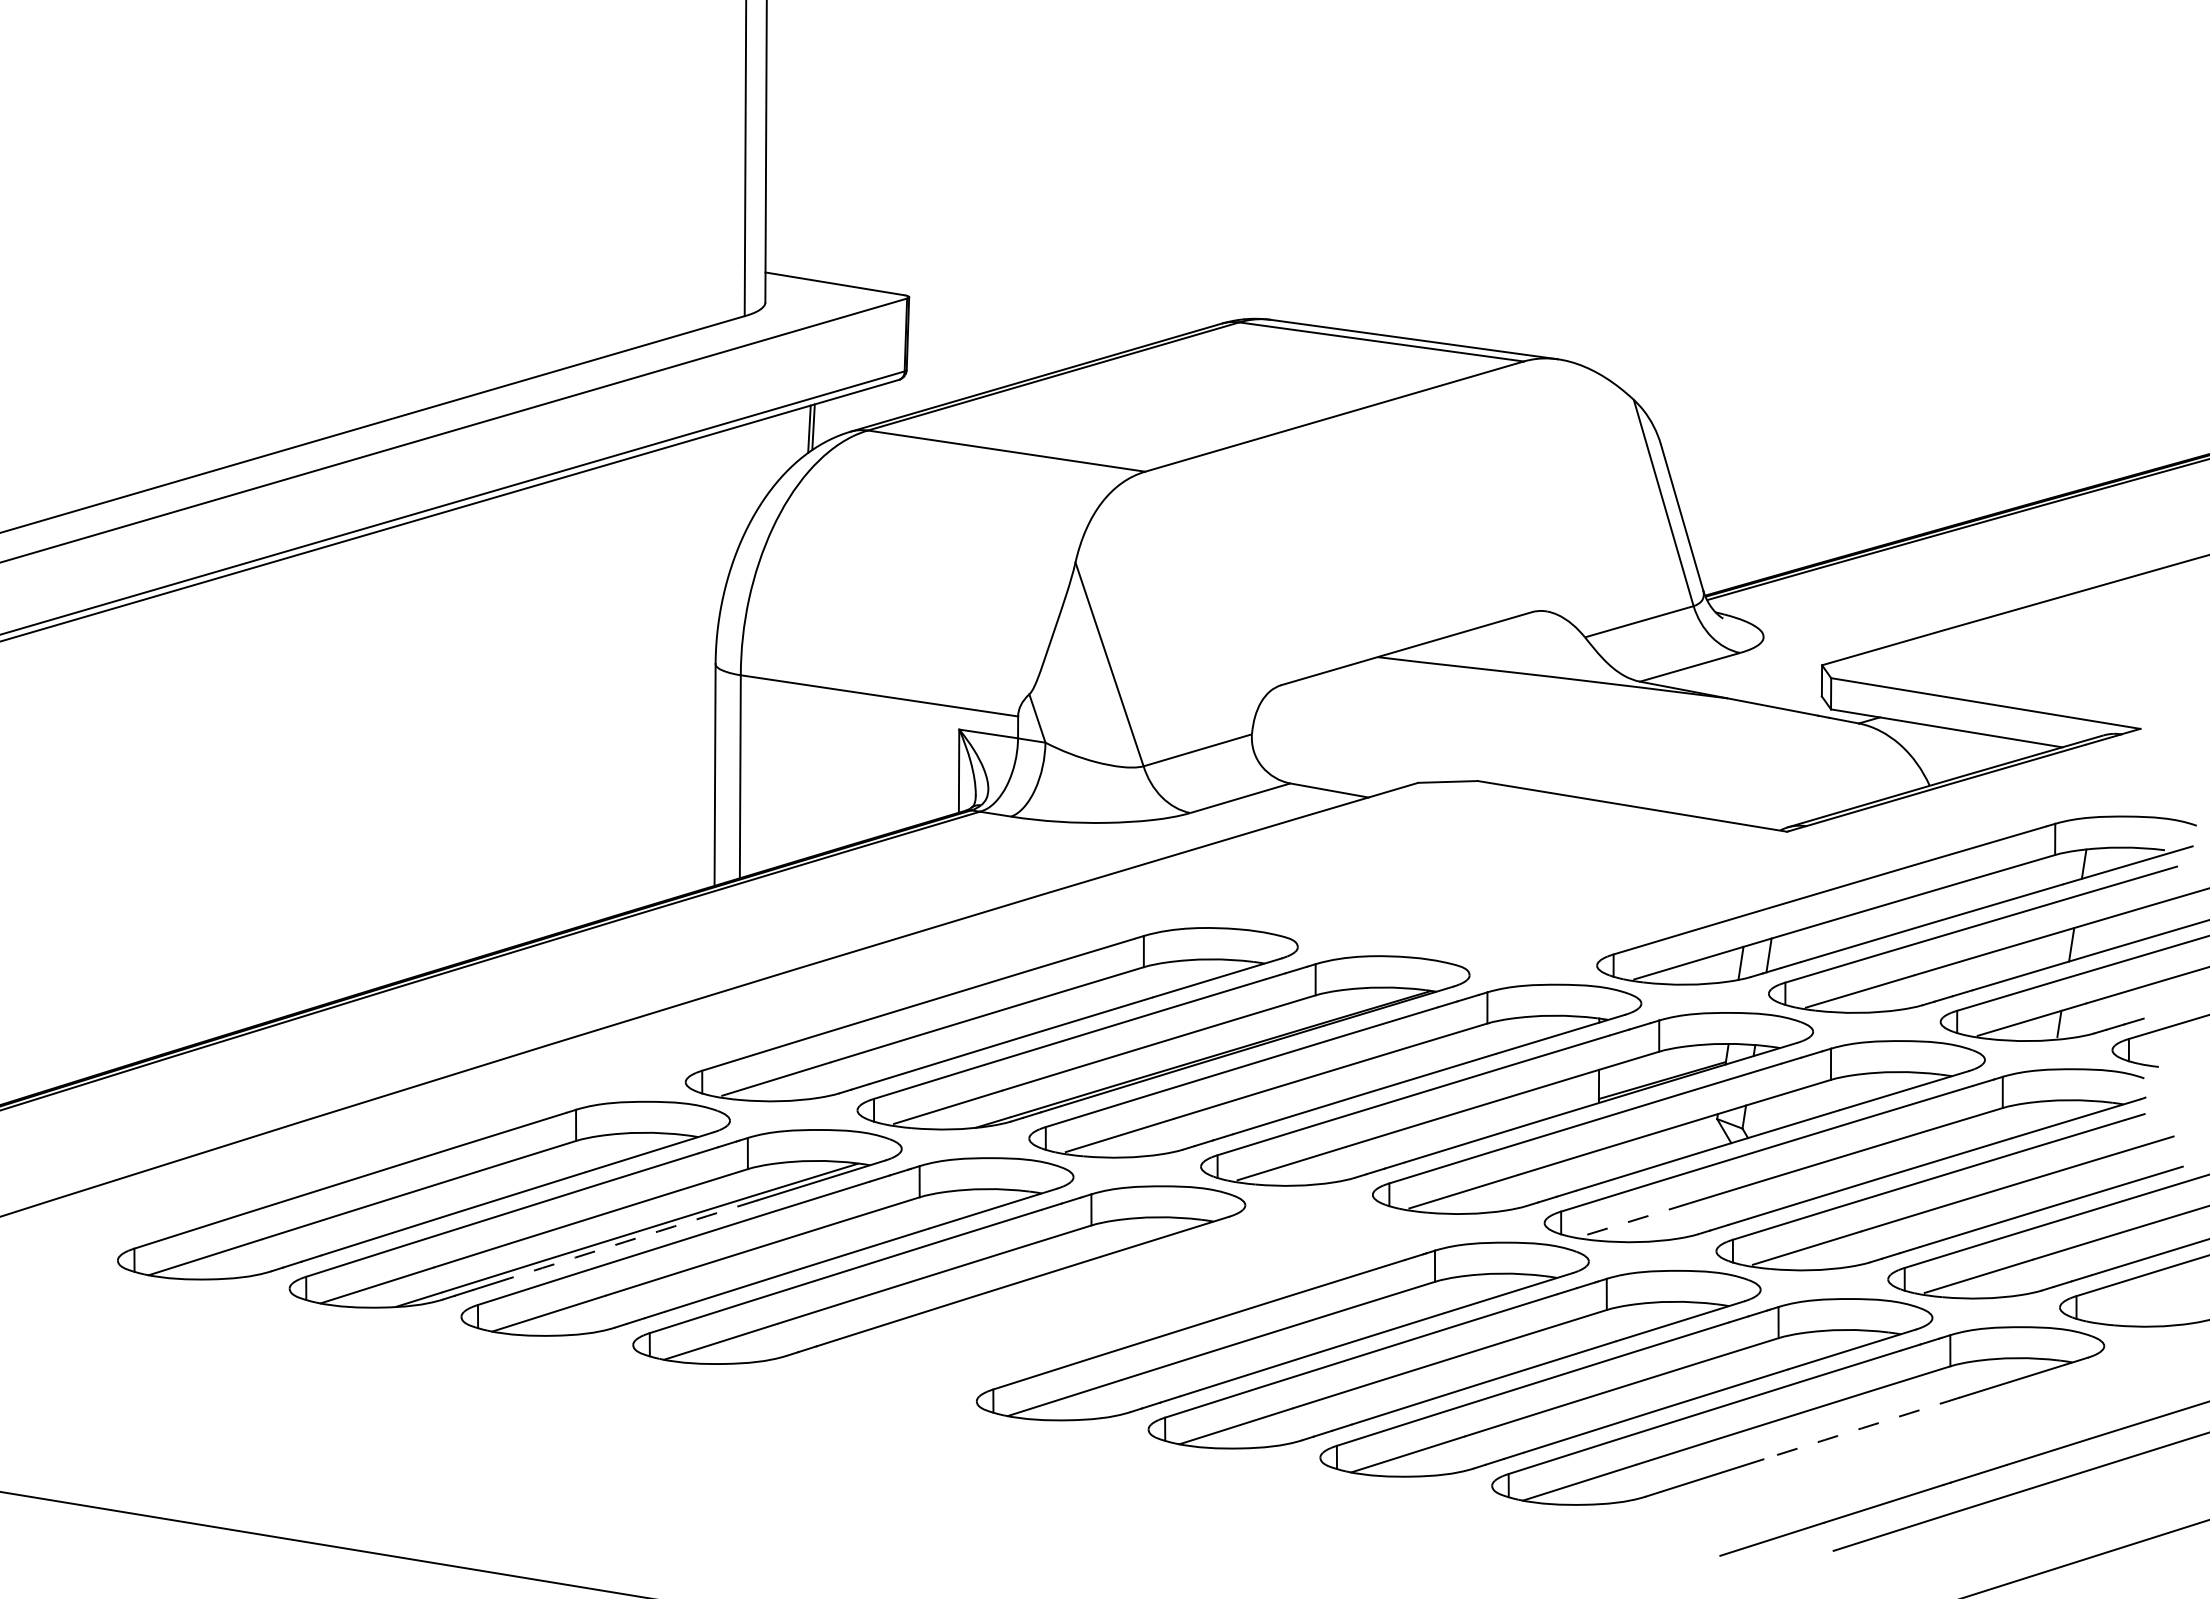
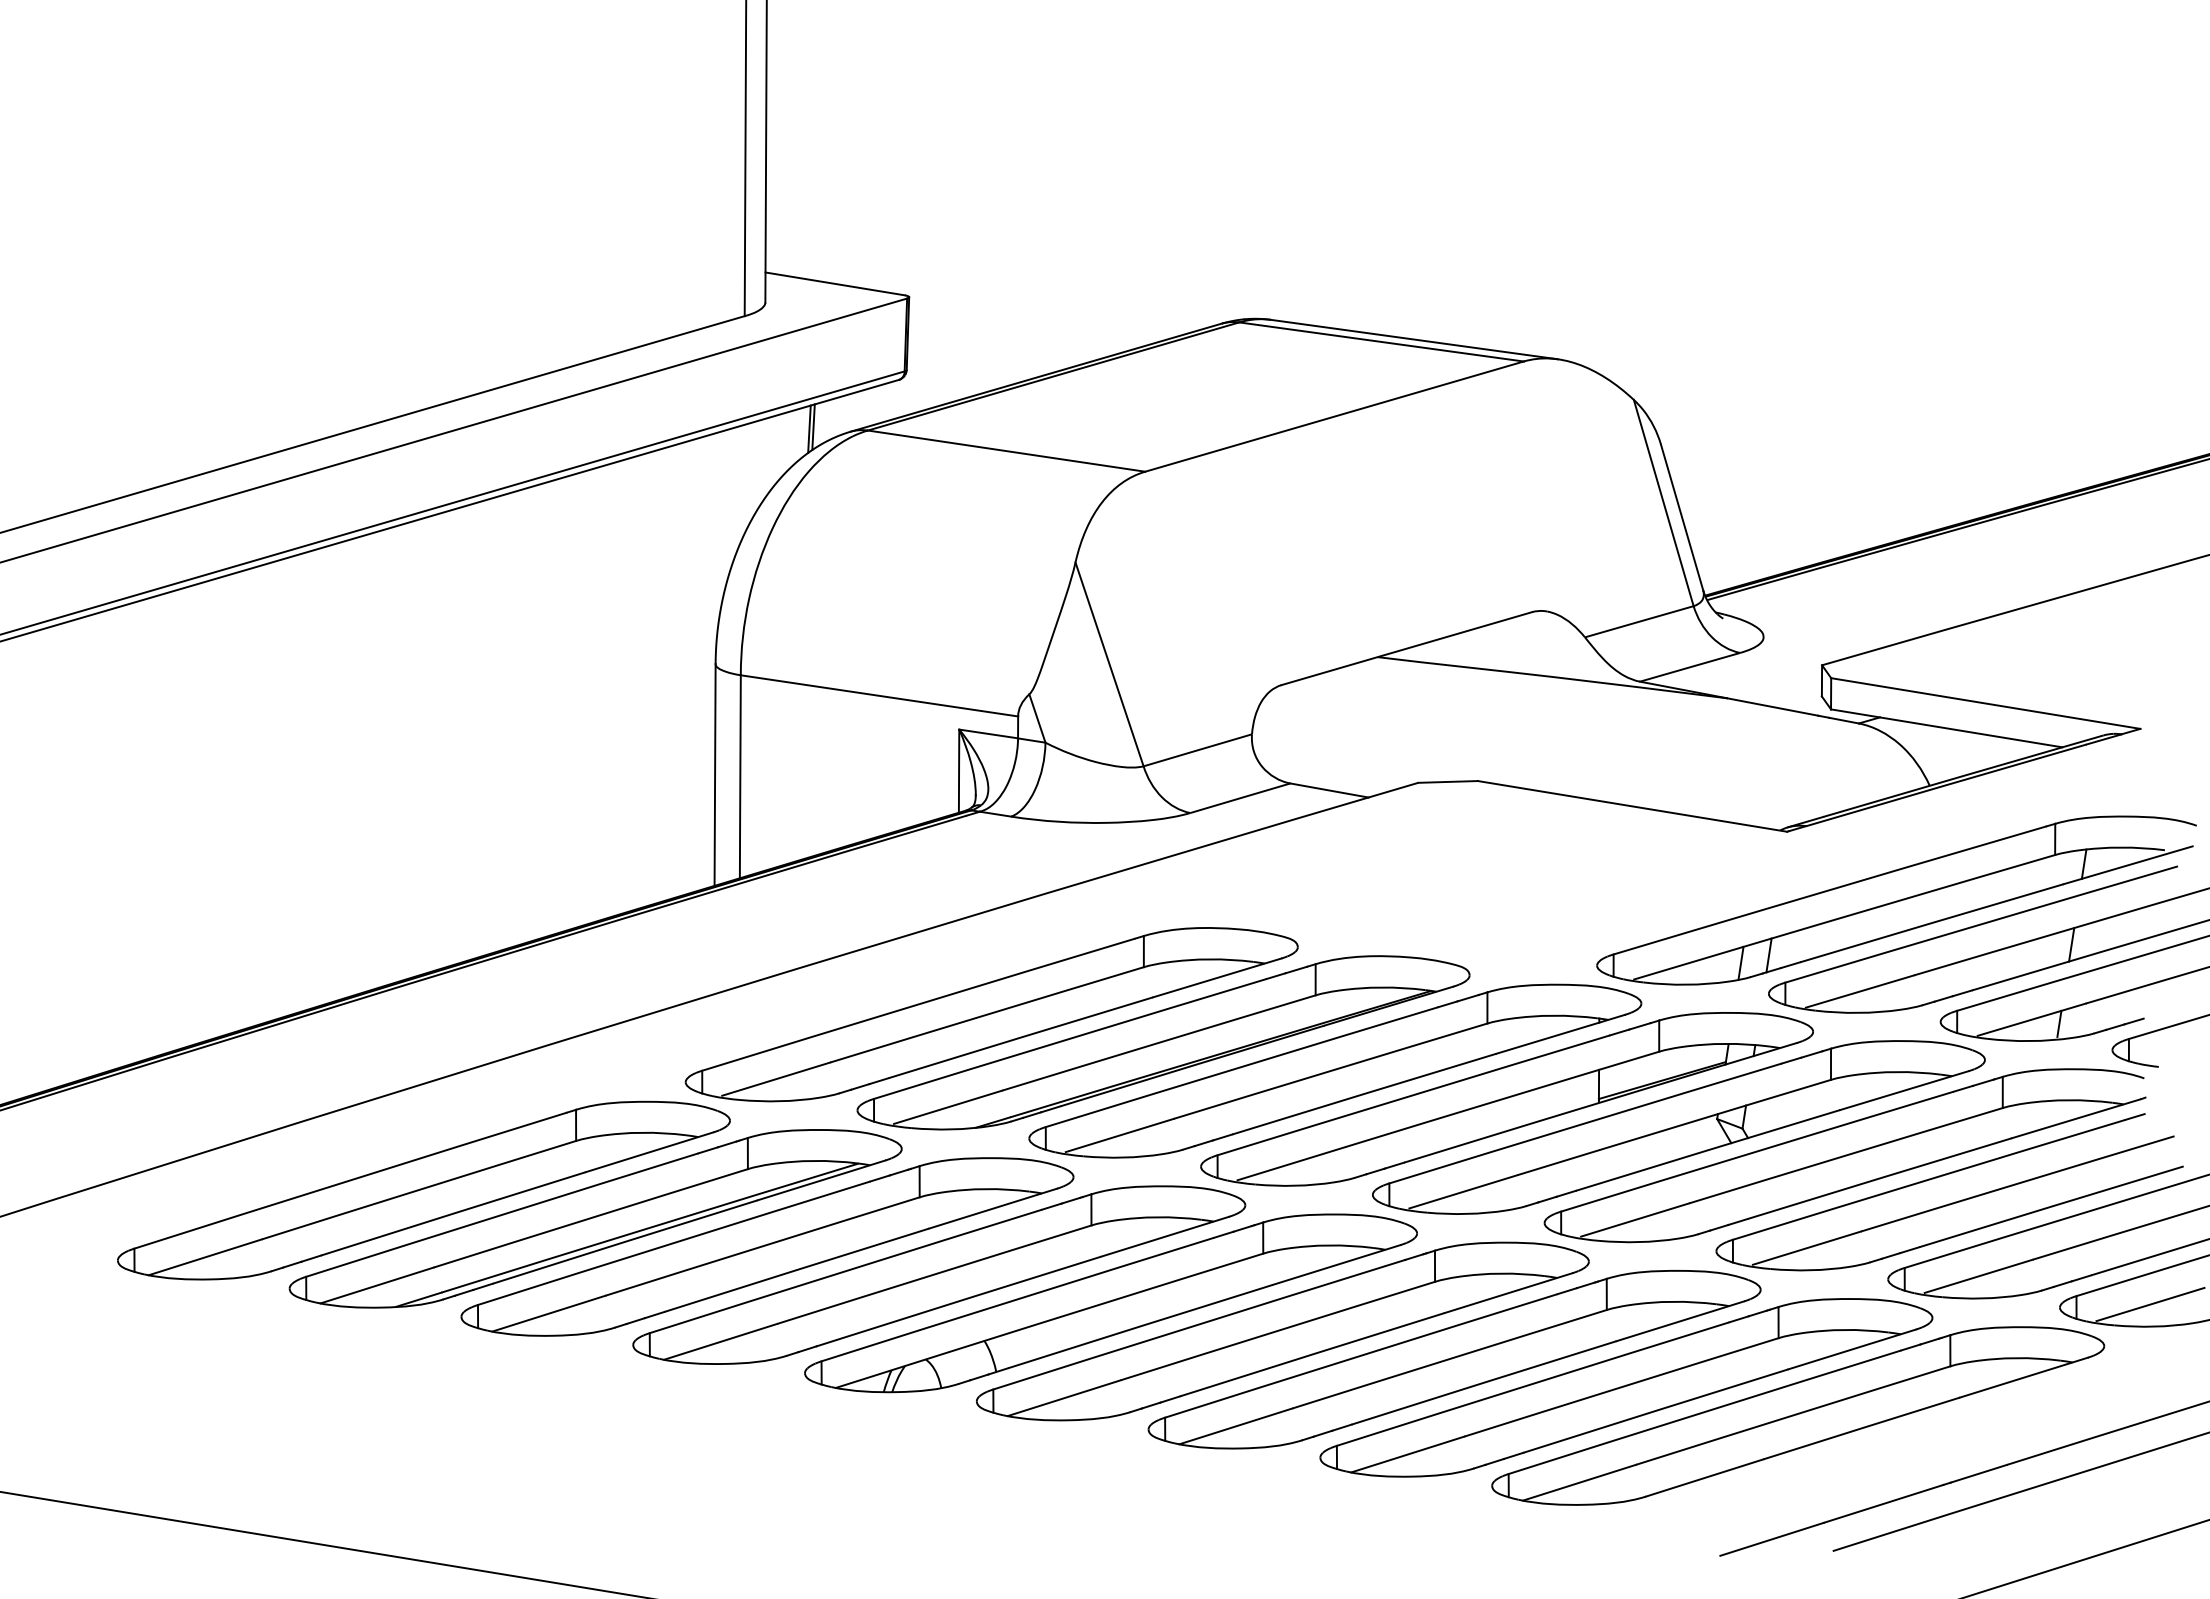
line at (1634, 1220): dashed -> solid
arc at (625, 1241): dashed -> solid
part at (1110, 1303): none -> present
line at (2150, 1304): none -> present
arc at (1861, 1428): dashed -> solid
